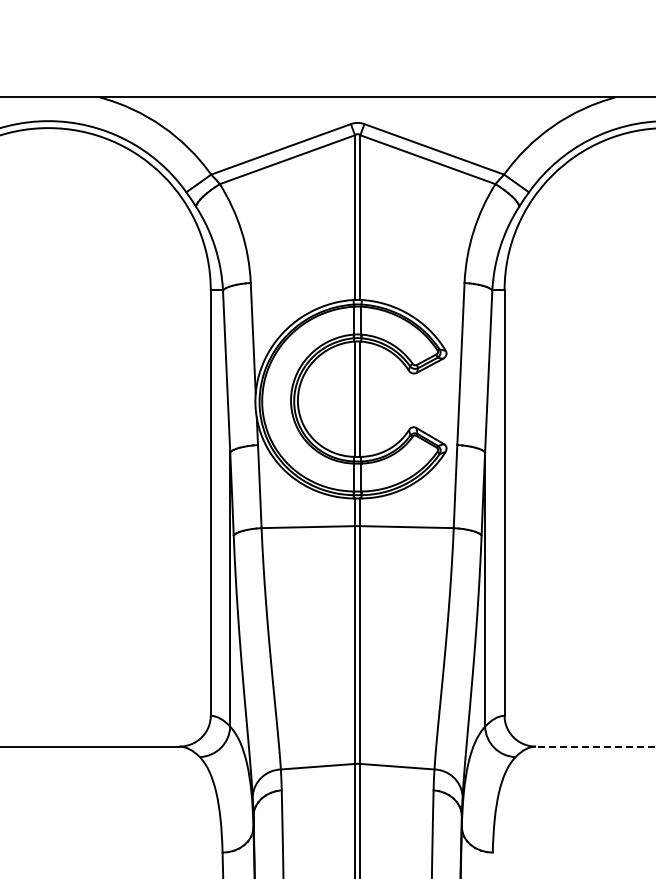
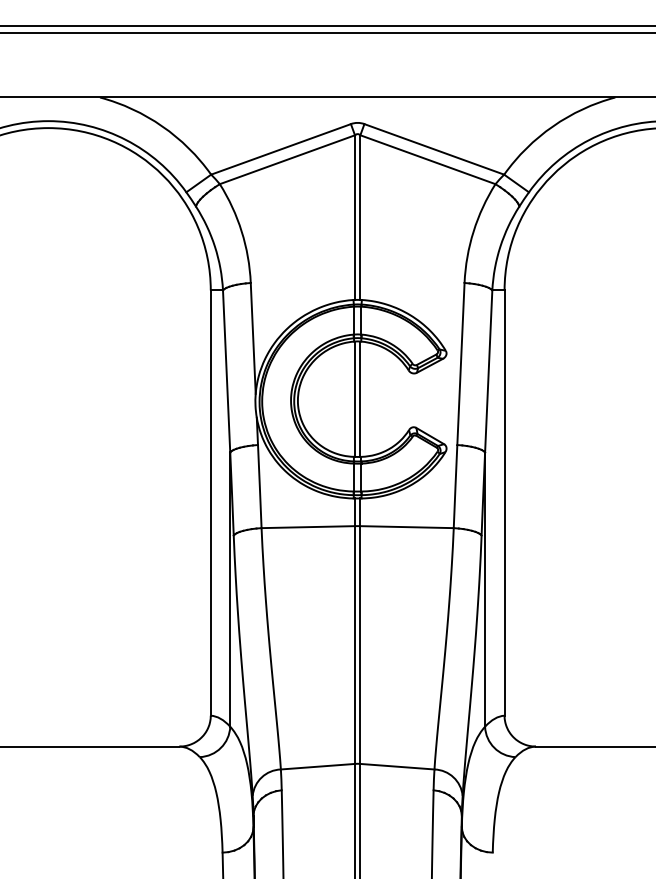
line at (327, 26): none -> present
line at (327, 32): none -> present
line at (595, 746): dashed -> solid
